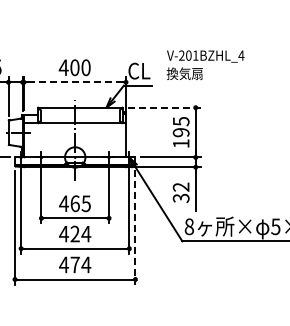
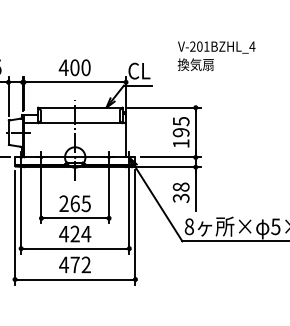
text at (205, 65) position: (205, 65) -> (216, 56)
line at (75, 82): dashed -> solid
line at (164, 107): dashed -> solid
text at (180, 186): 32 -> 38
text at (63, 203): 465 -> 265
line at (135, 227): dashed -> solid
text at (86, 264): 474 -> 472
